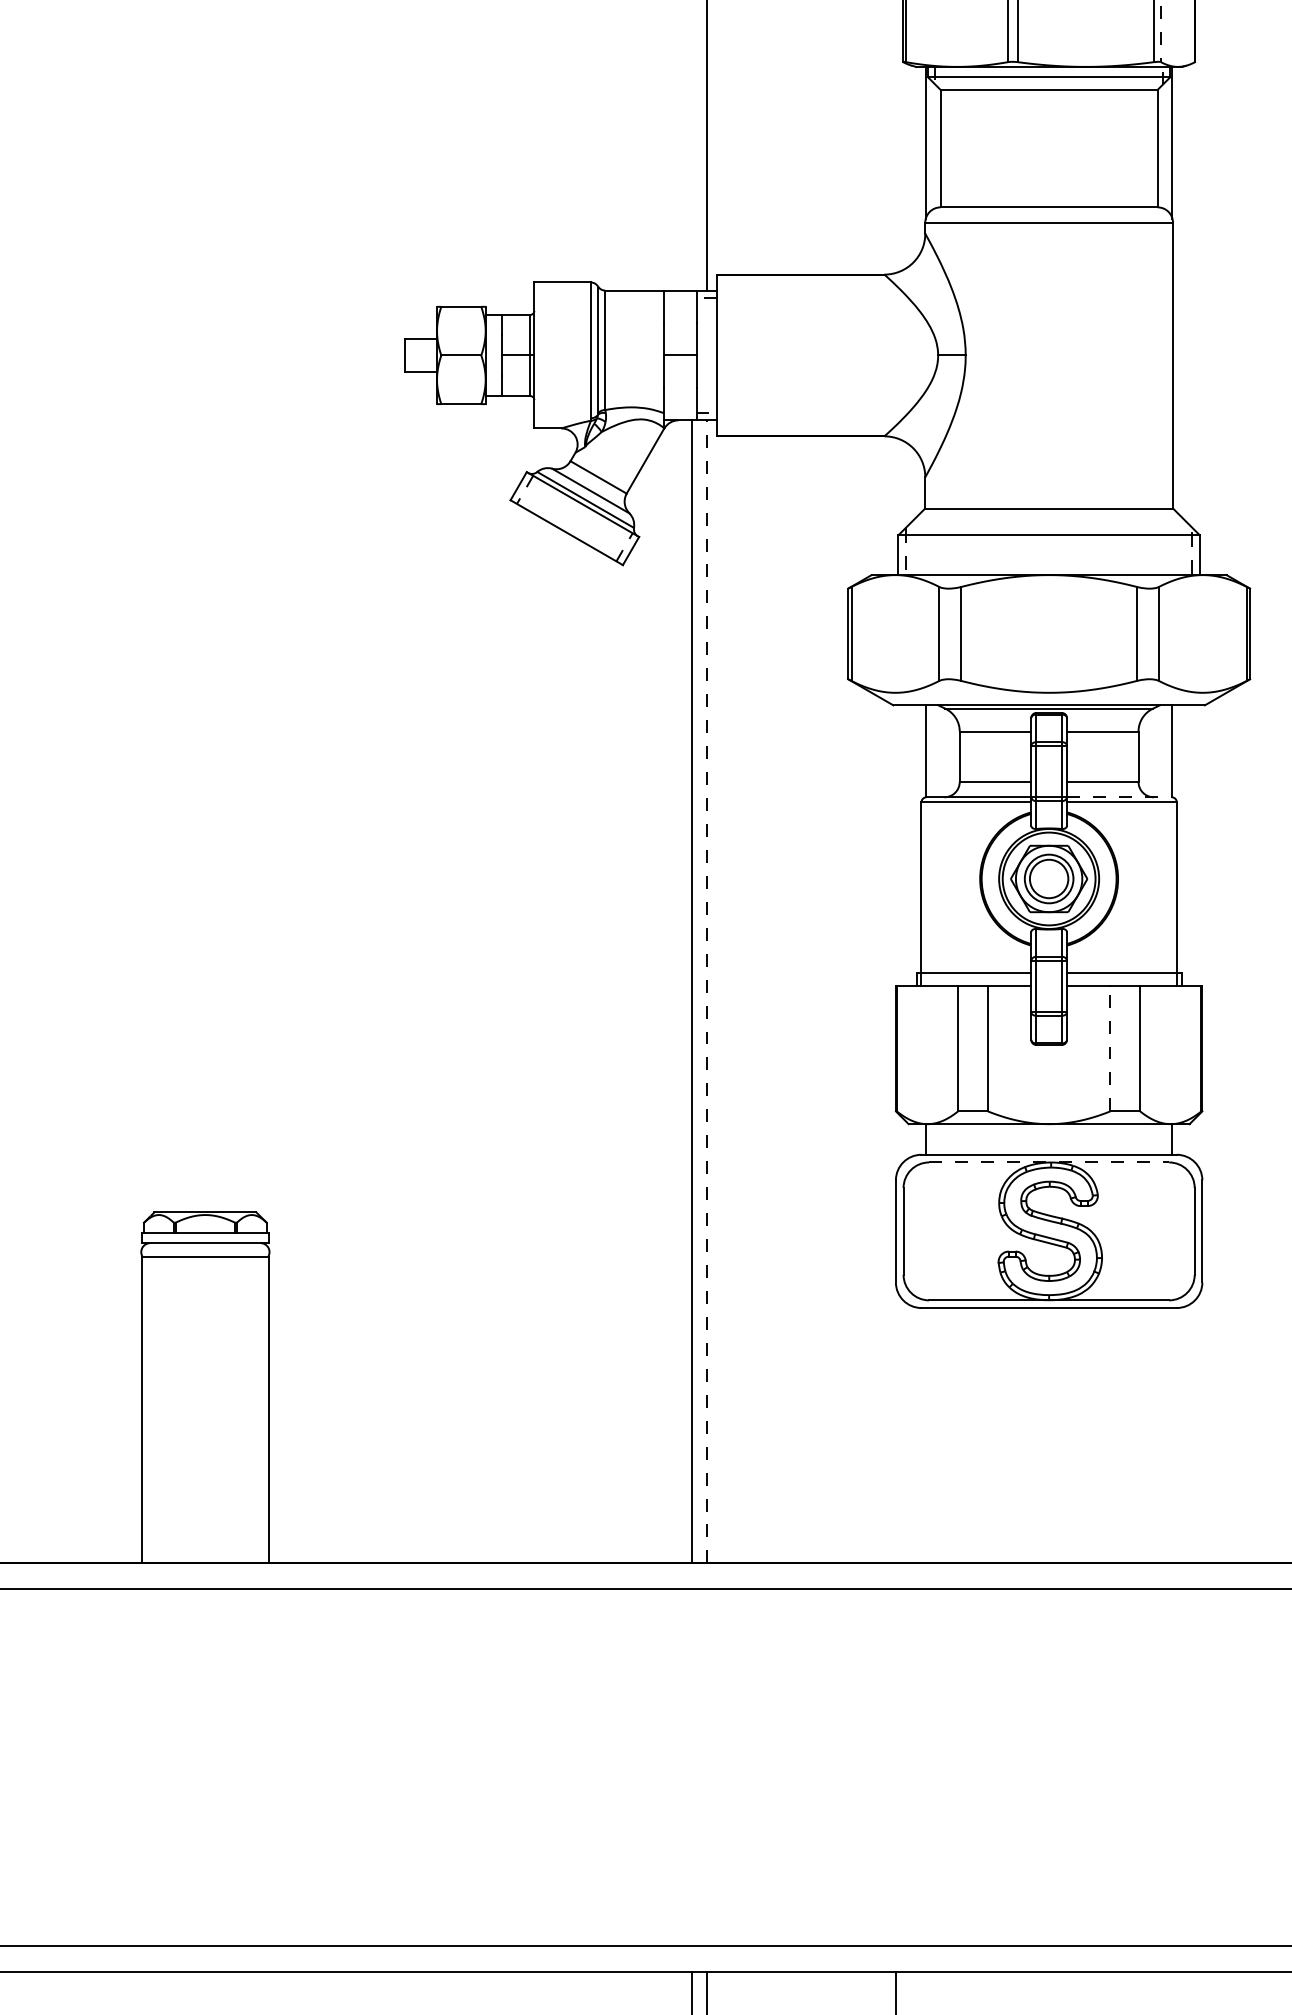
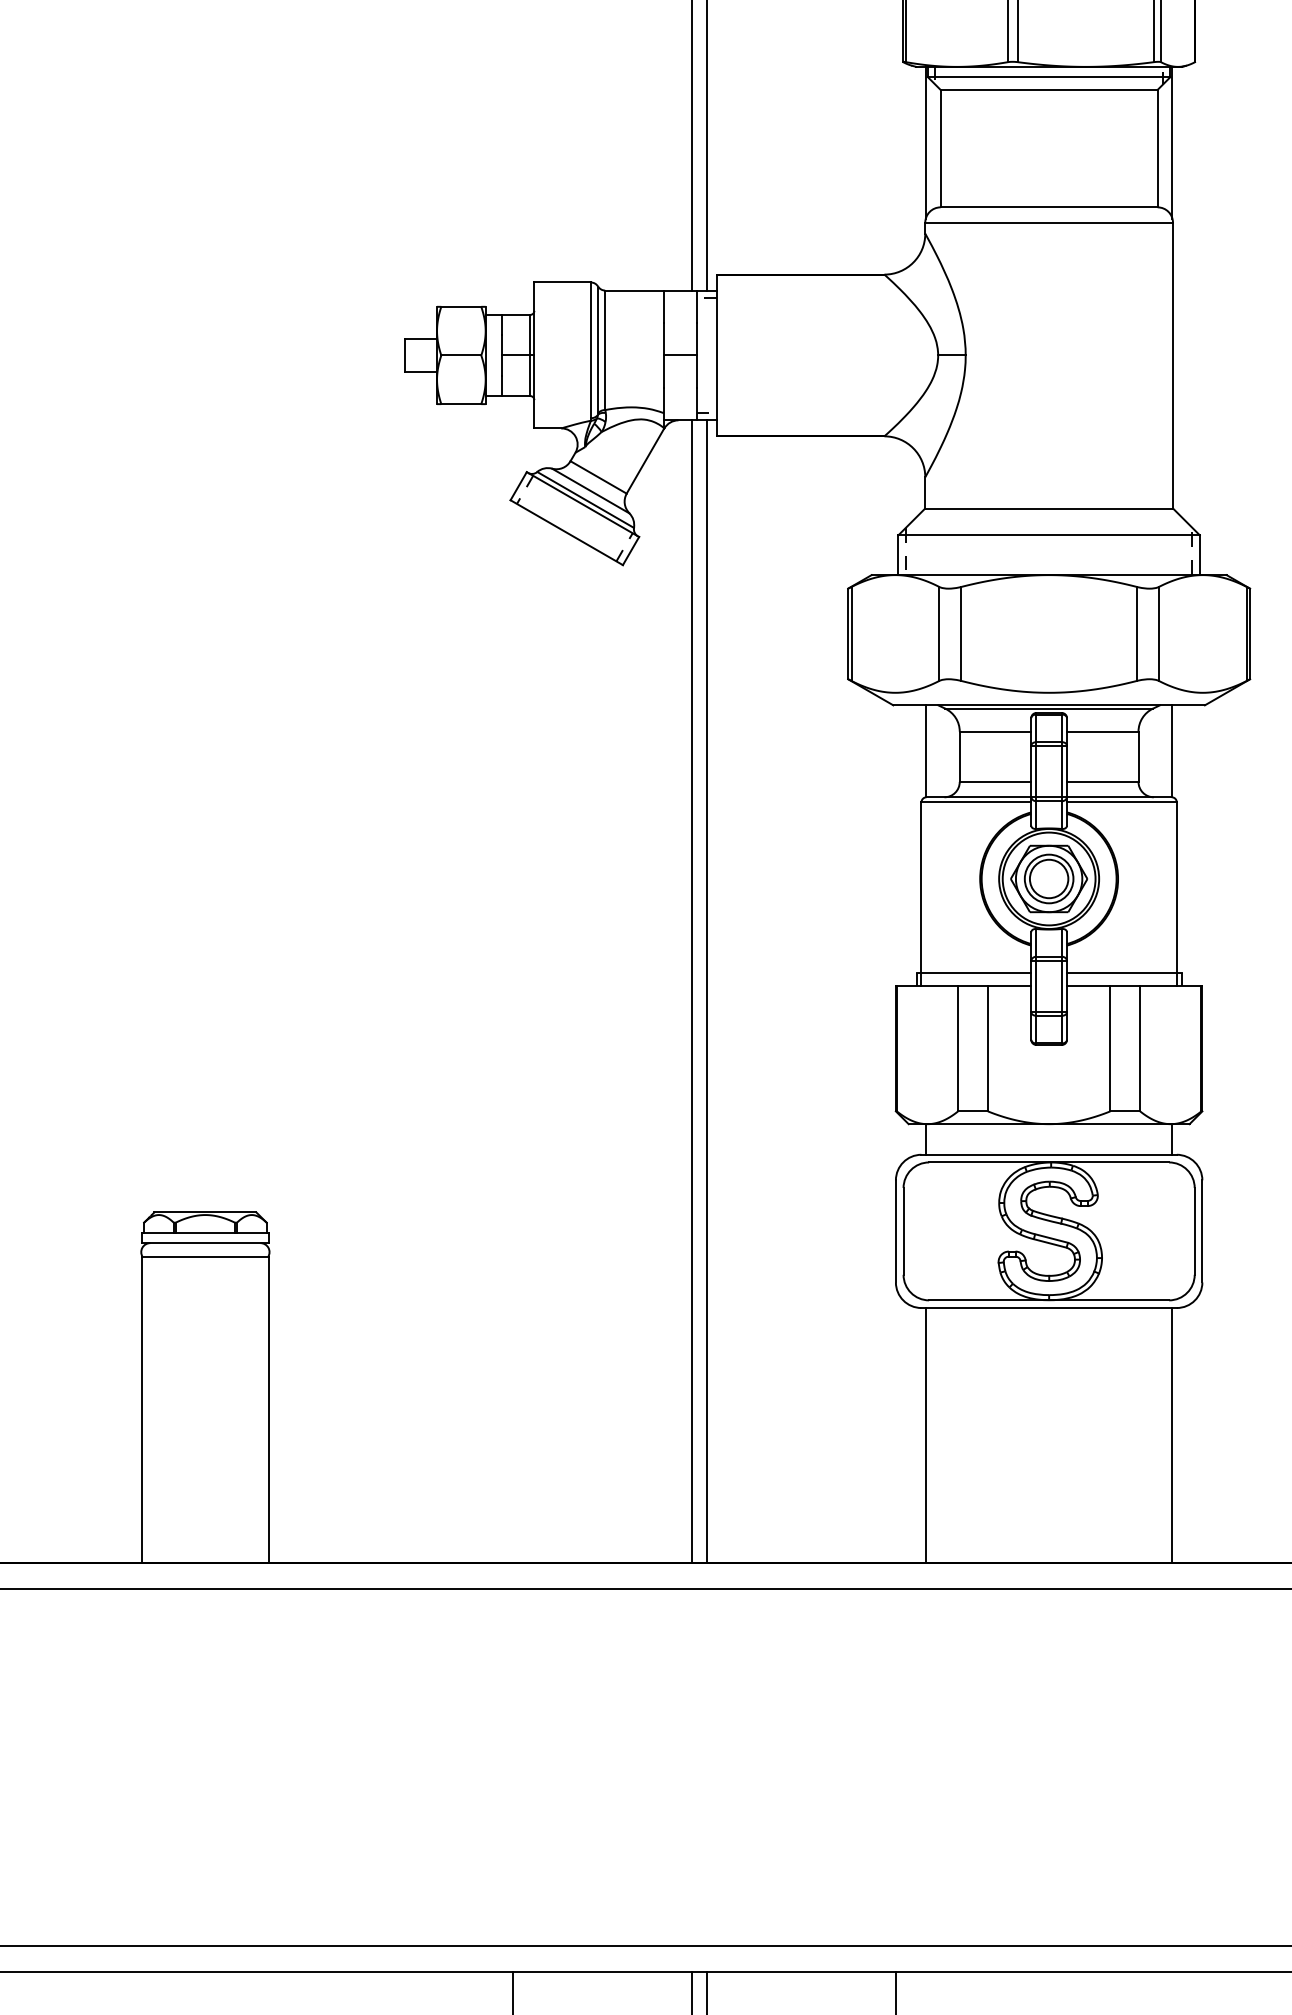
line at (1160, 31): dashed -> solid
line at (691, 146): none -> present
line at (1119, 797): dashed -> solid
line at (707, 991): dashed -> solid
line at (1110, 1048): dashed -> solid
line at (1049, 1162): dashed -> solid
line at (925, 1435): none -> present
line at (1172, 1435): none -> present
line at (512, 1991): none -> present
